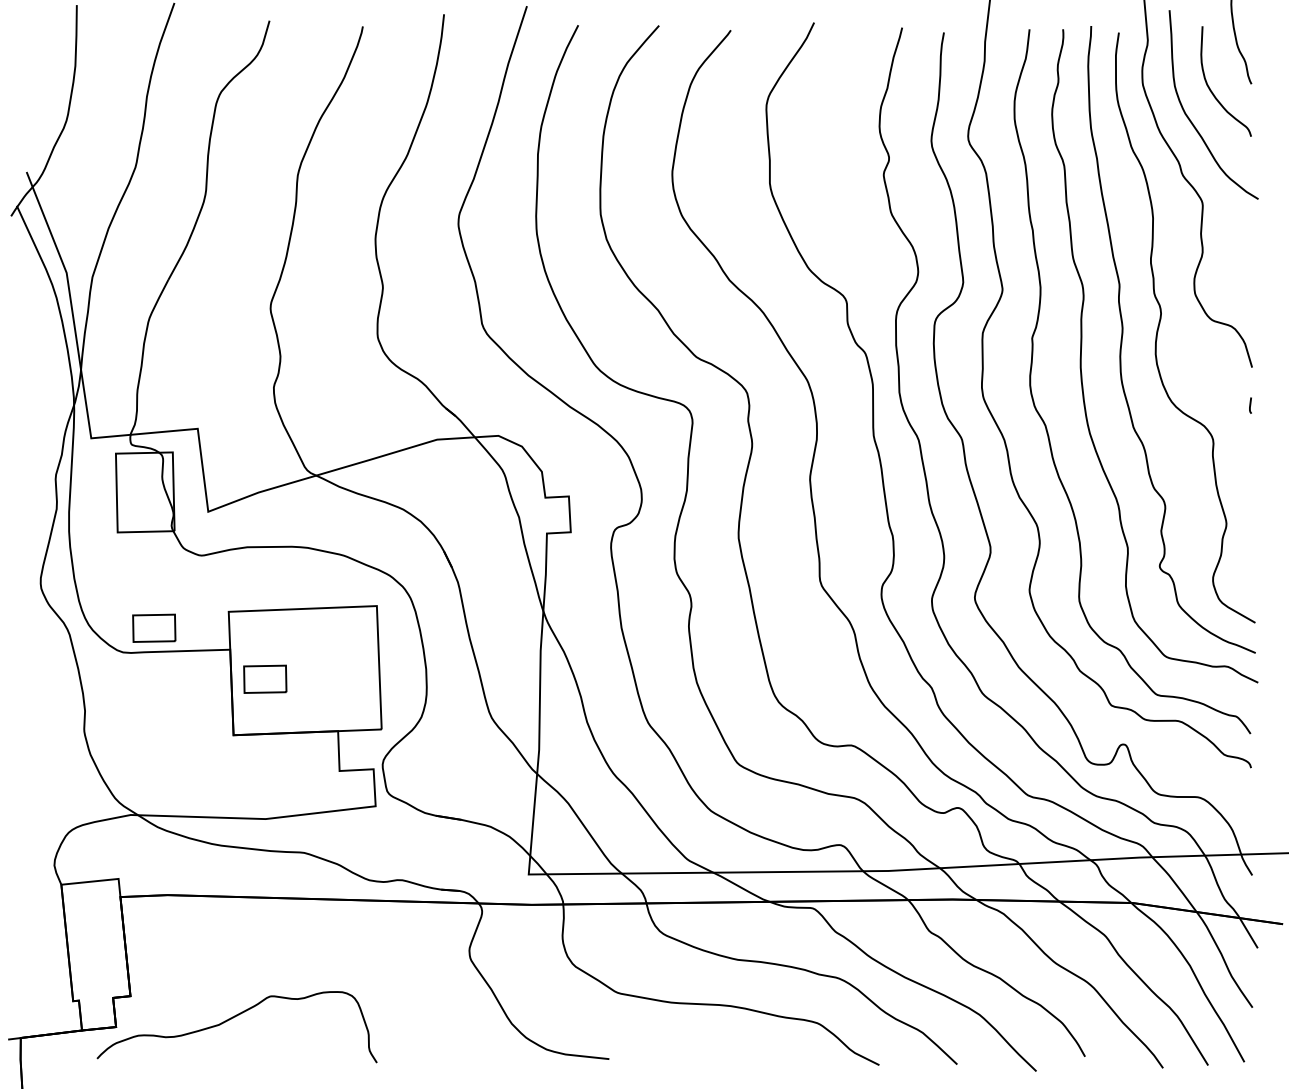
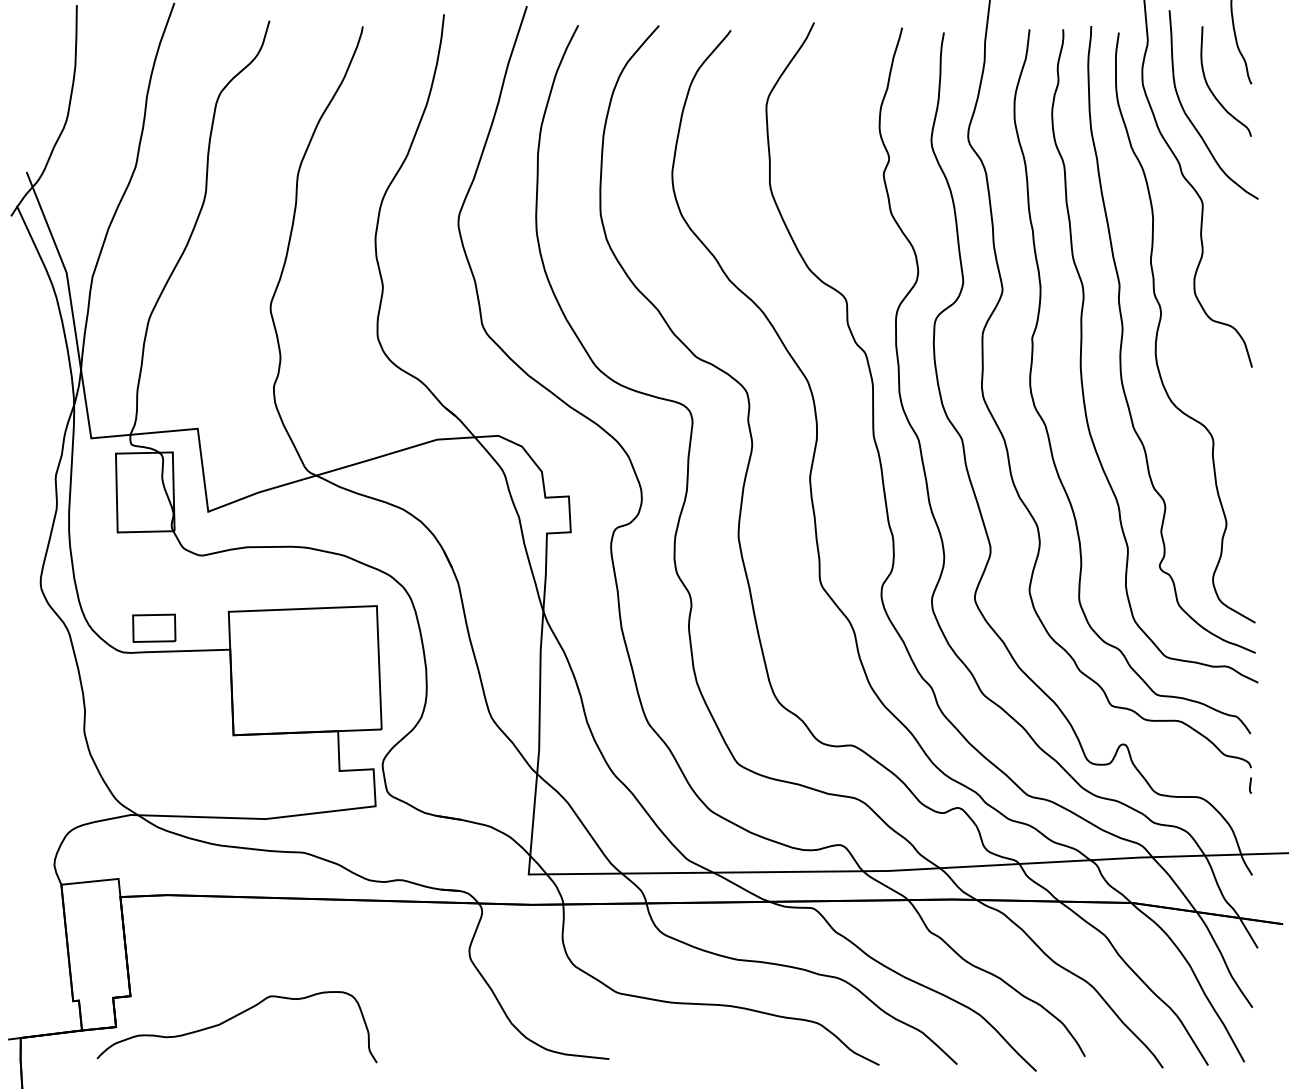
line at (1250, 405) position: (1250, 405) -> (1250, 785)
part at (265, 678): present -> none
